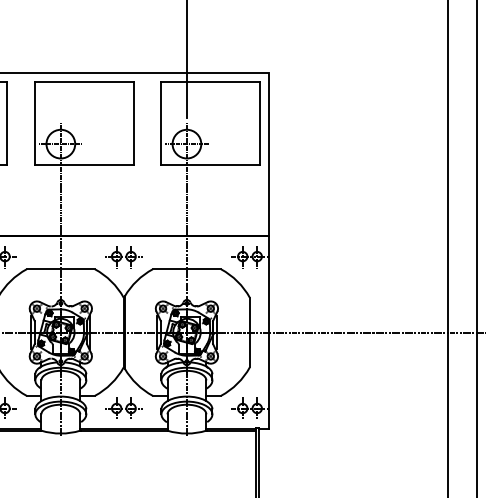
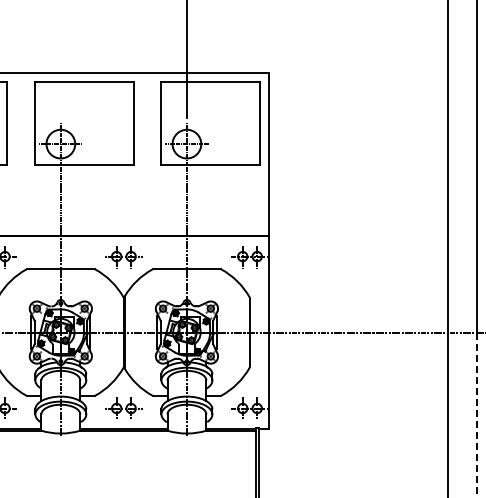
line at (476, 415): solid -> dashed
